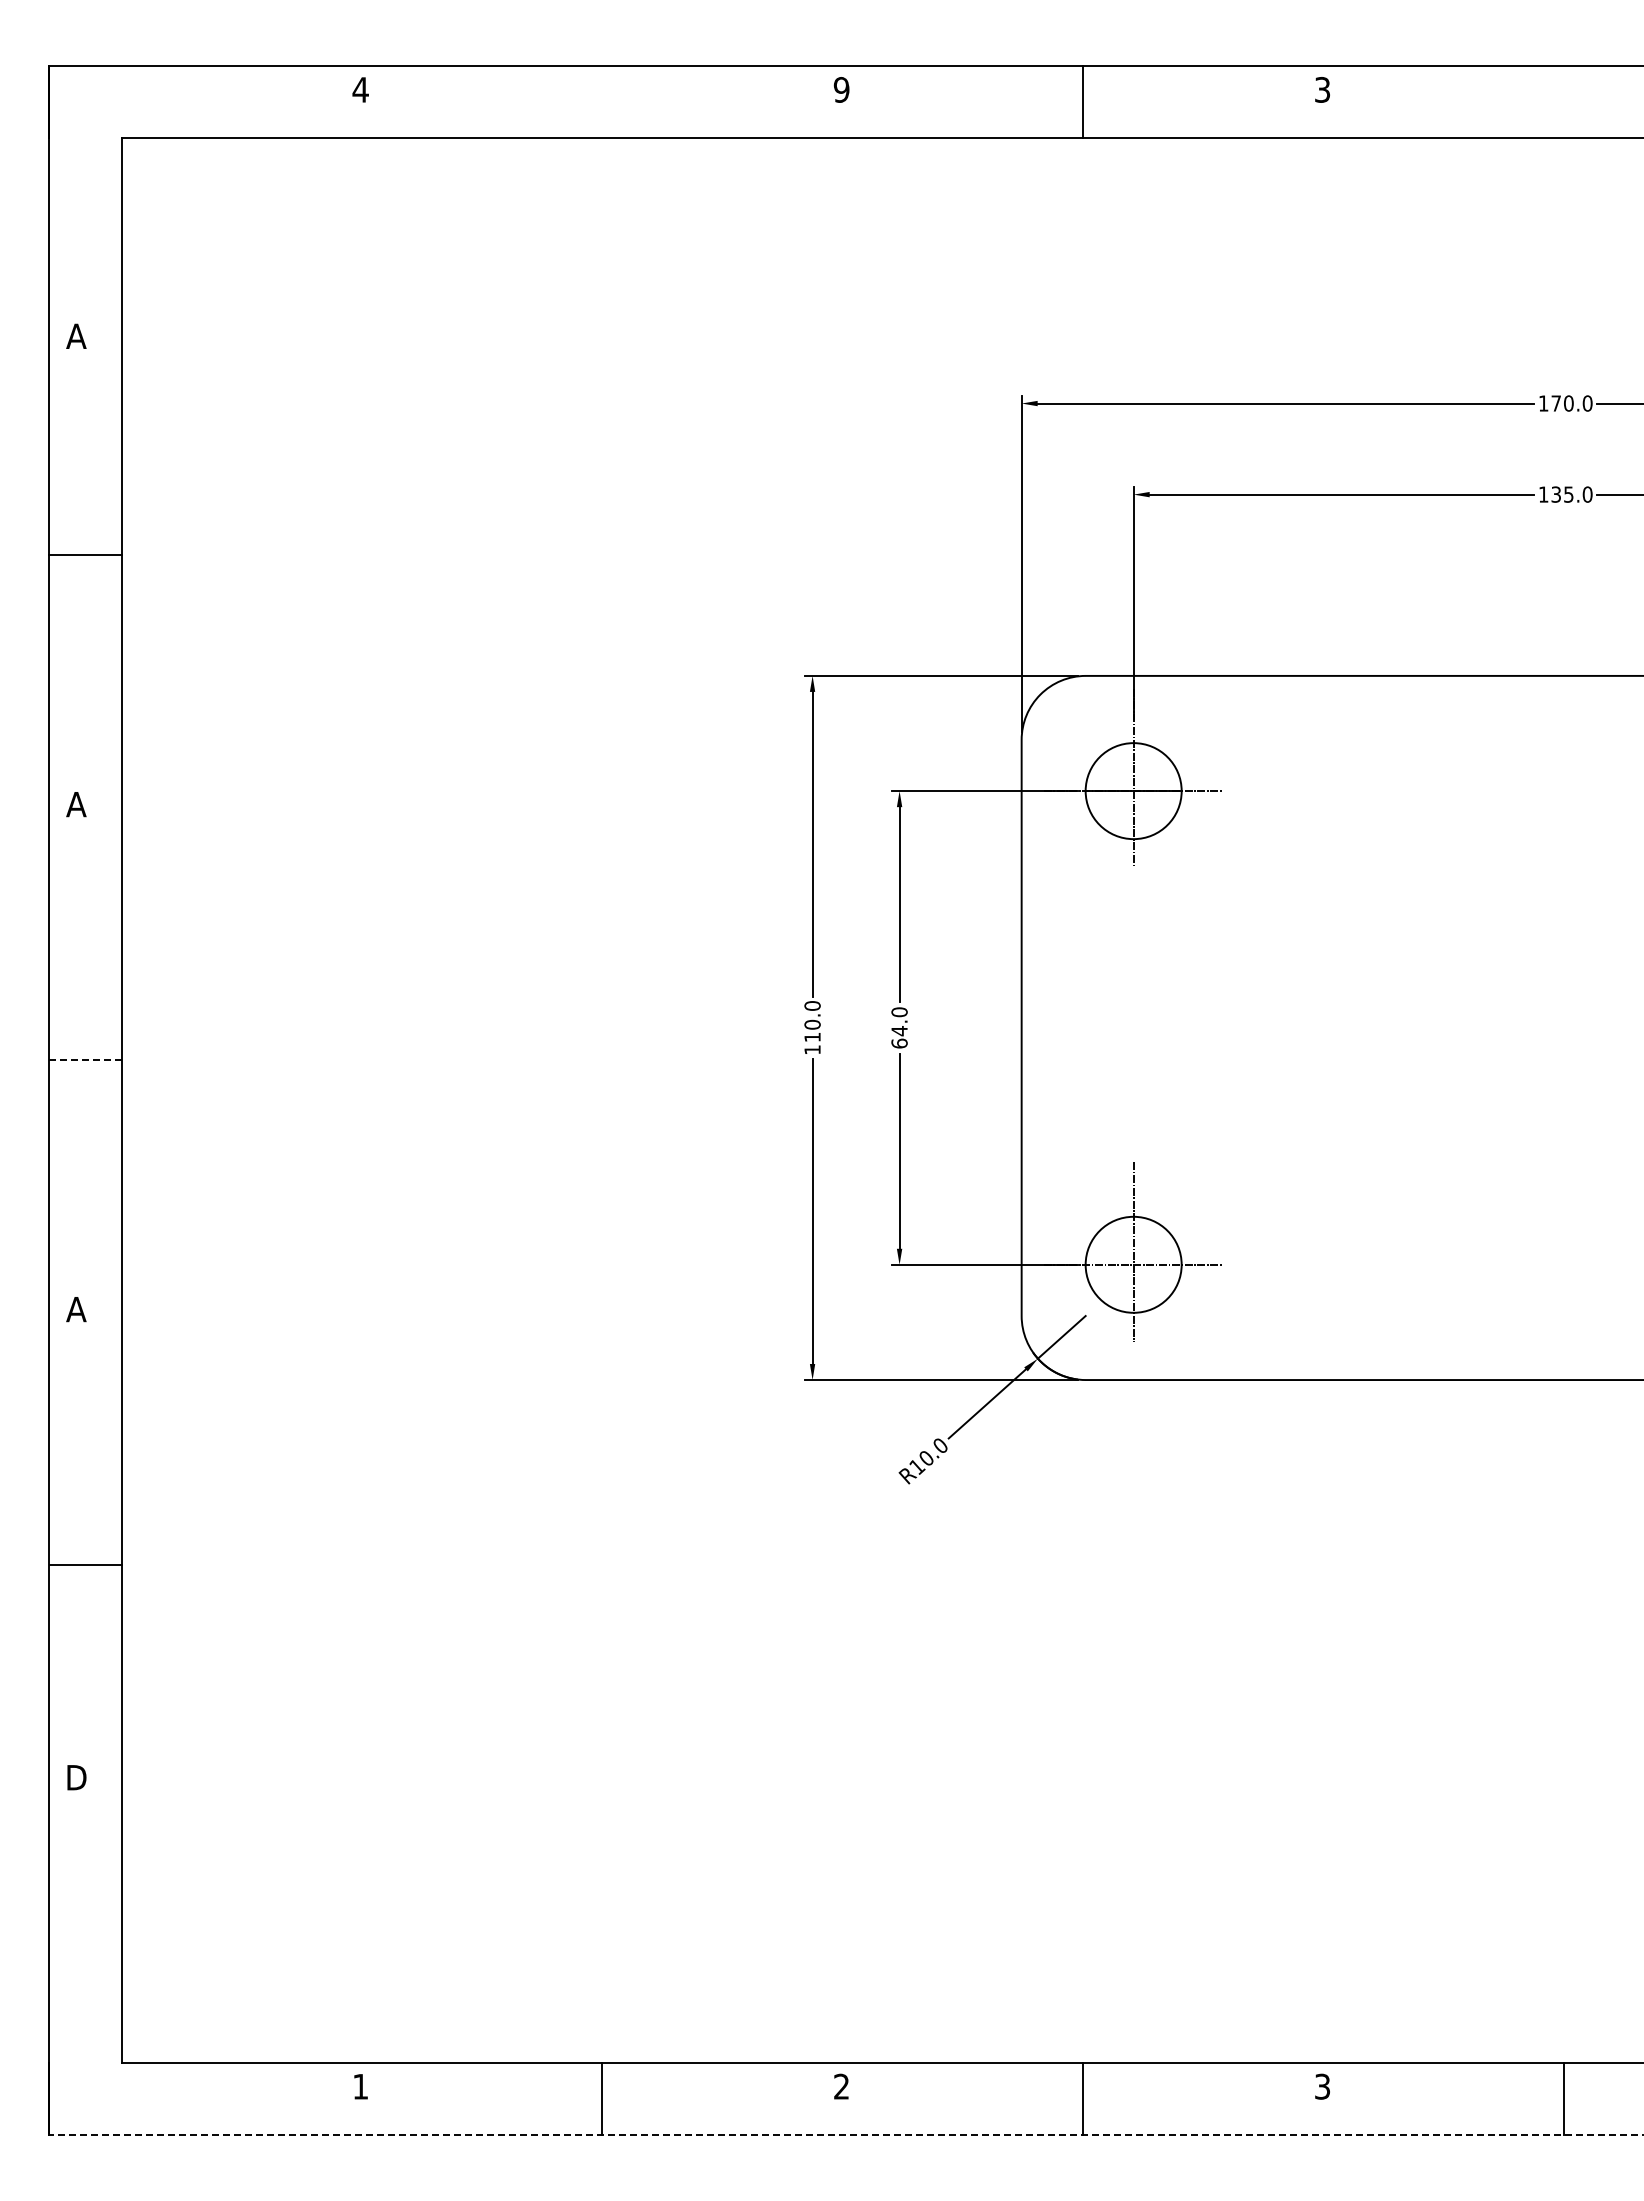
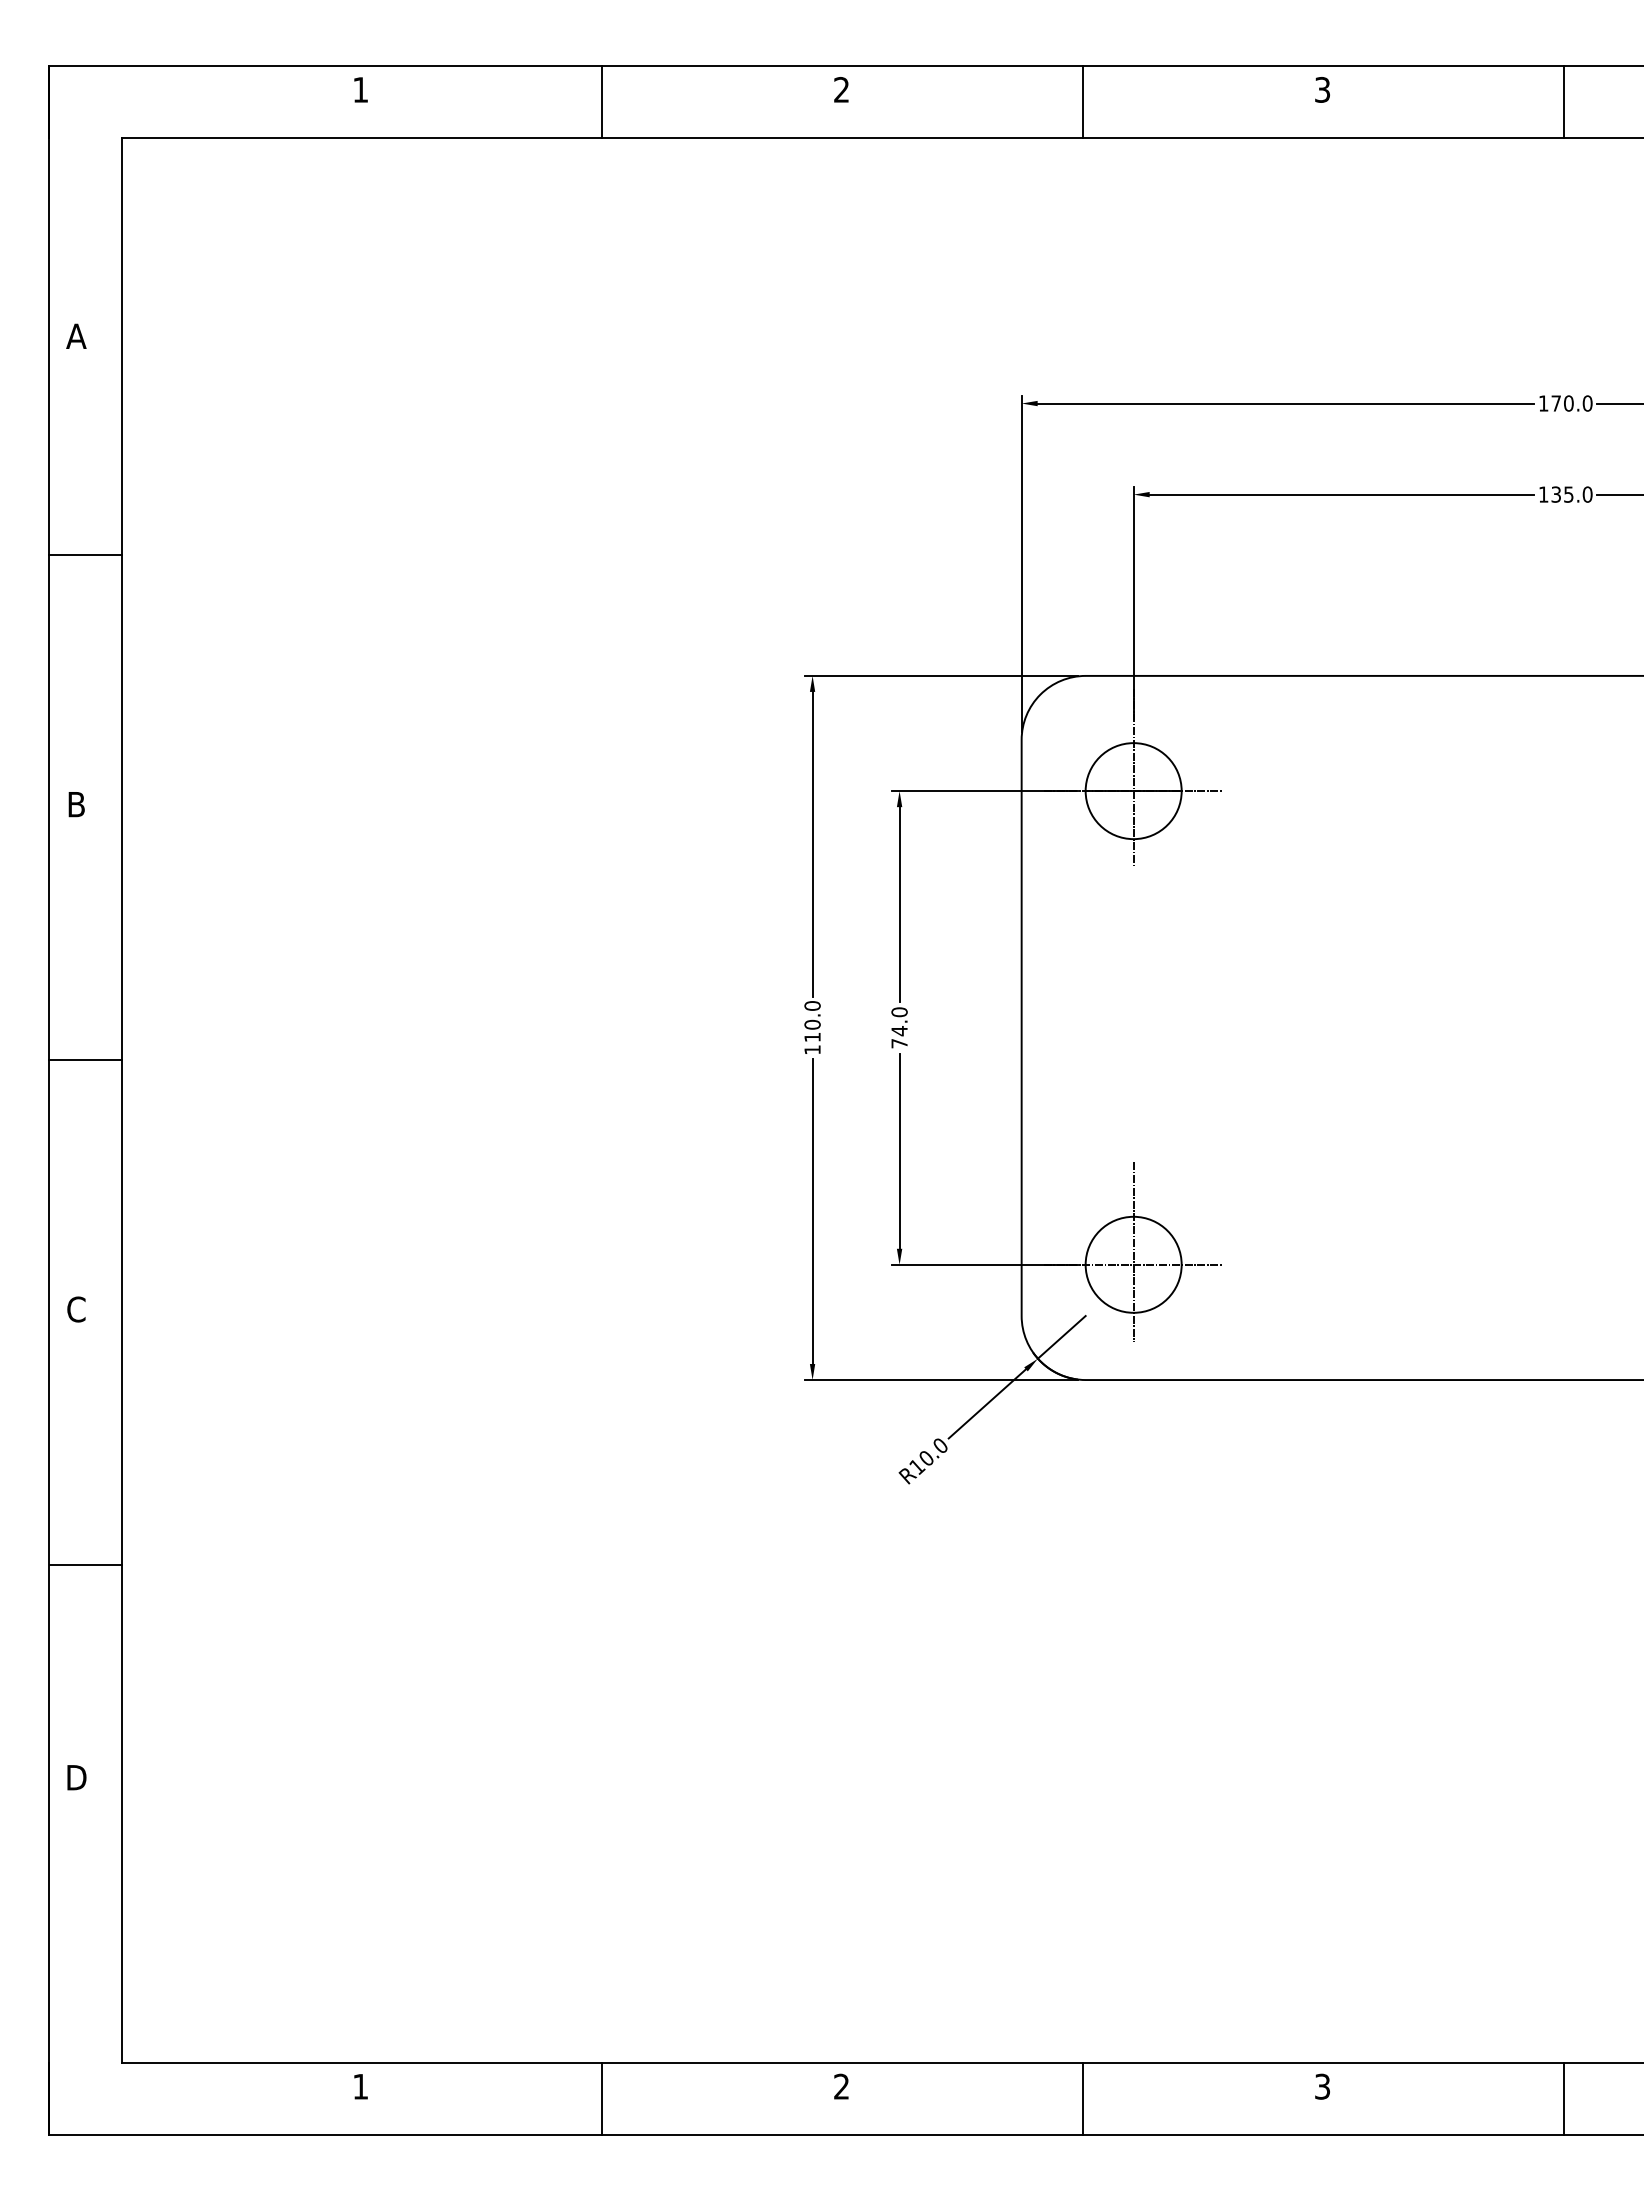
text at (360, 89): 4 -> 1
text at (841, 89): 9 -> 2
line at (602, 102): none -> present
line at (1564, 102): none -> present
text at (76, 804): A -> B
text at (899, 1043): 64.0 -> 74.0
line at (85, 1060): dashed -> solid
text at (76, 1309): A -> C
line at (846, 2134): dashed -> solid
